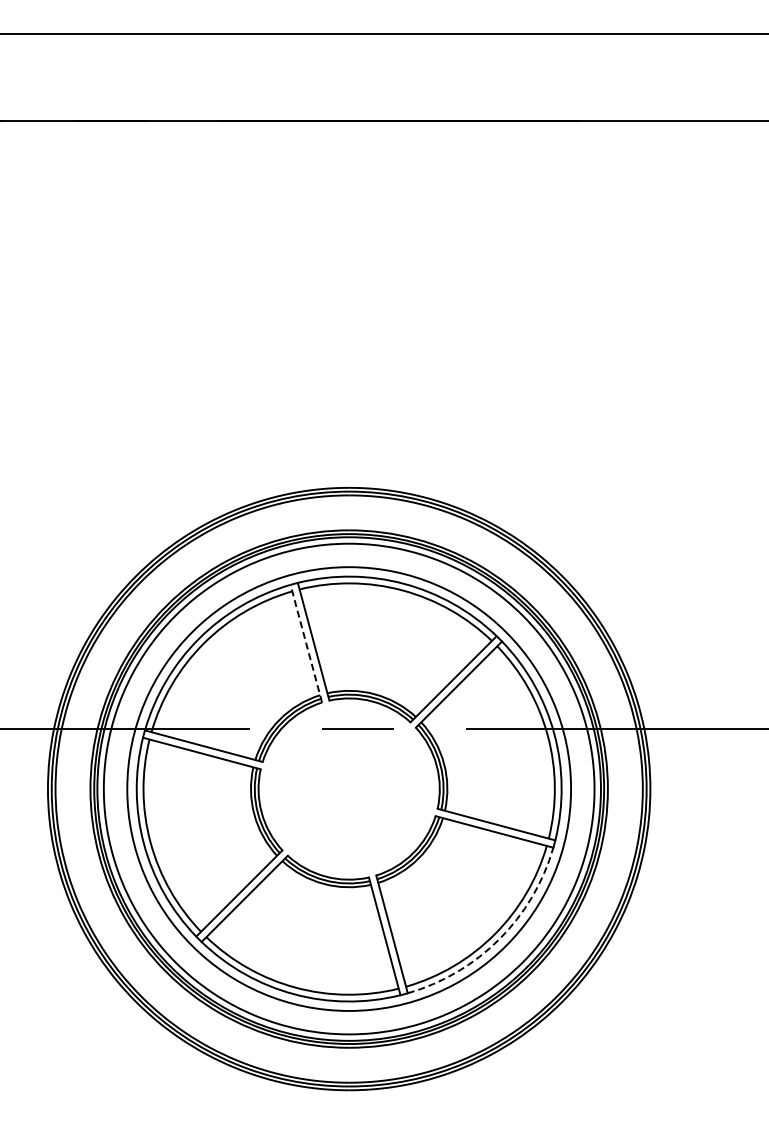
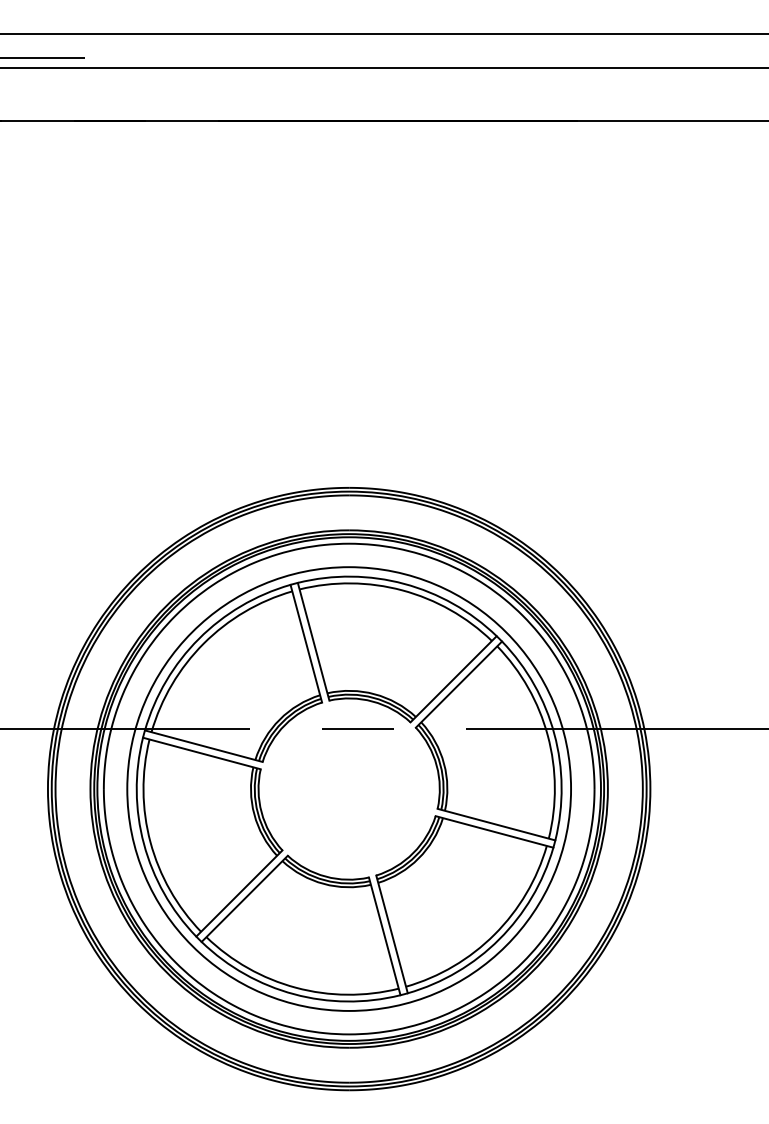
line at (43, 58): none -> present
line at (383, 67): none -> present
line at (306, 643): dashed -> solid
arc at (499, 939): dashed -> solid
